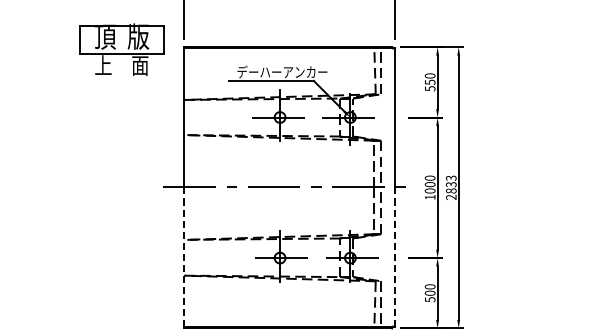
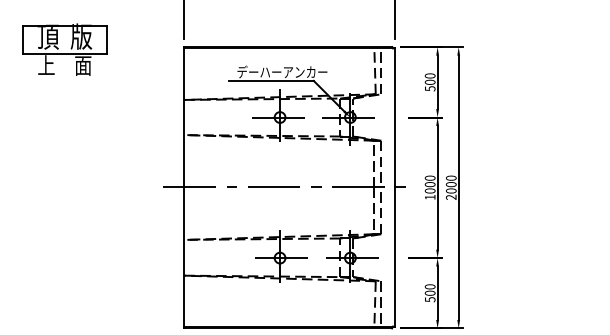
part at (121, 49) position: (121, 49) -> (64, 49)
text at (429, 81): 550 -> 500
text at (451, 184): 2833 -> 2000
line at (395, 257): dashed -> solid
line at (184, 258): dashed -> solid
